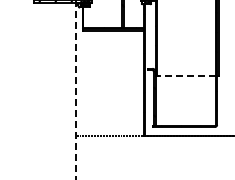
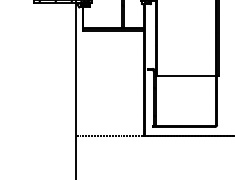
line at (186, 76): dashed -> solid
line at (75, 90): dashed -> solid
